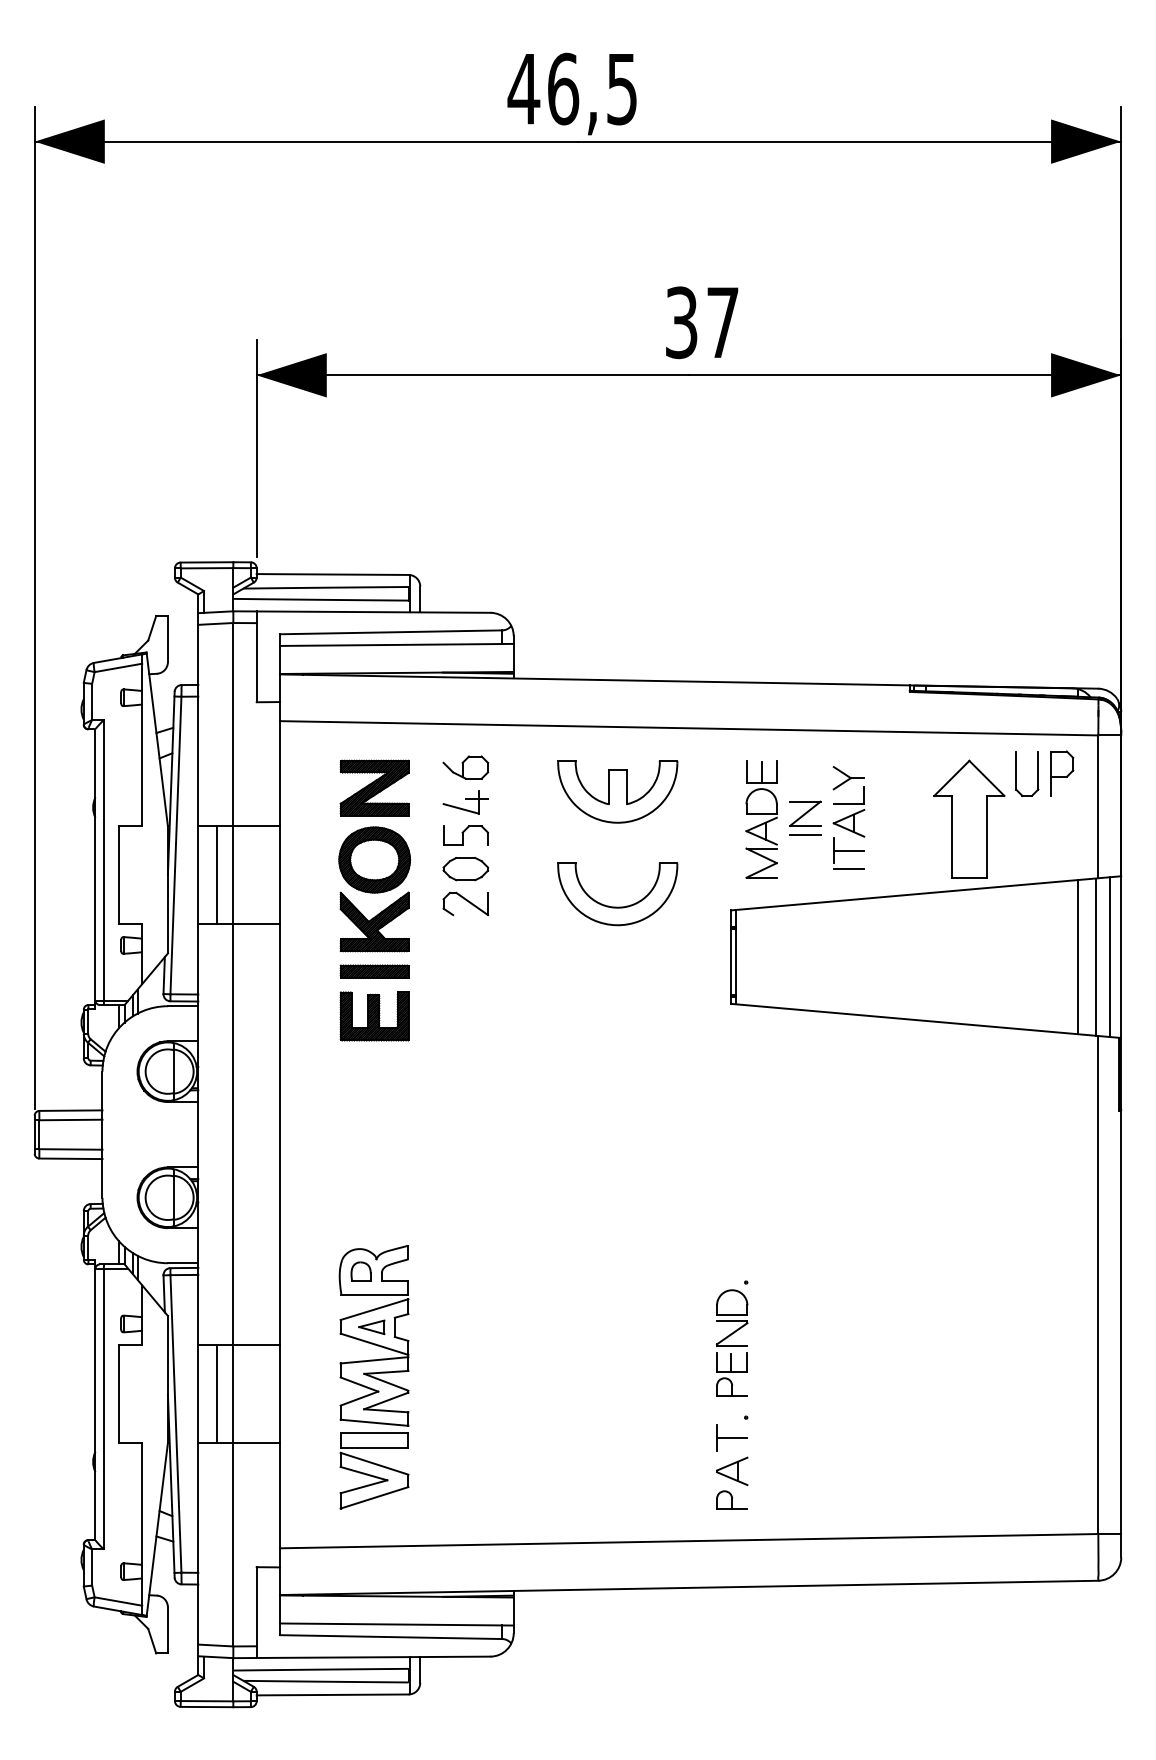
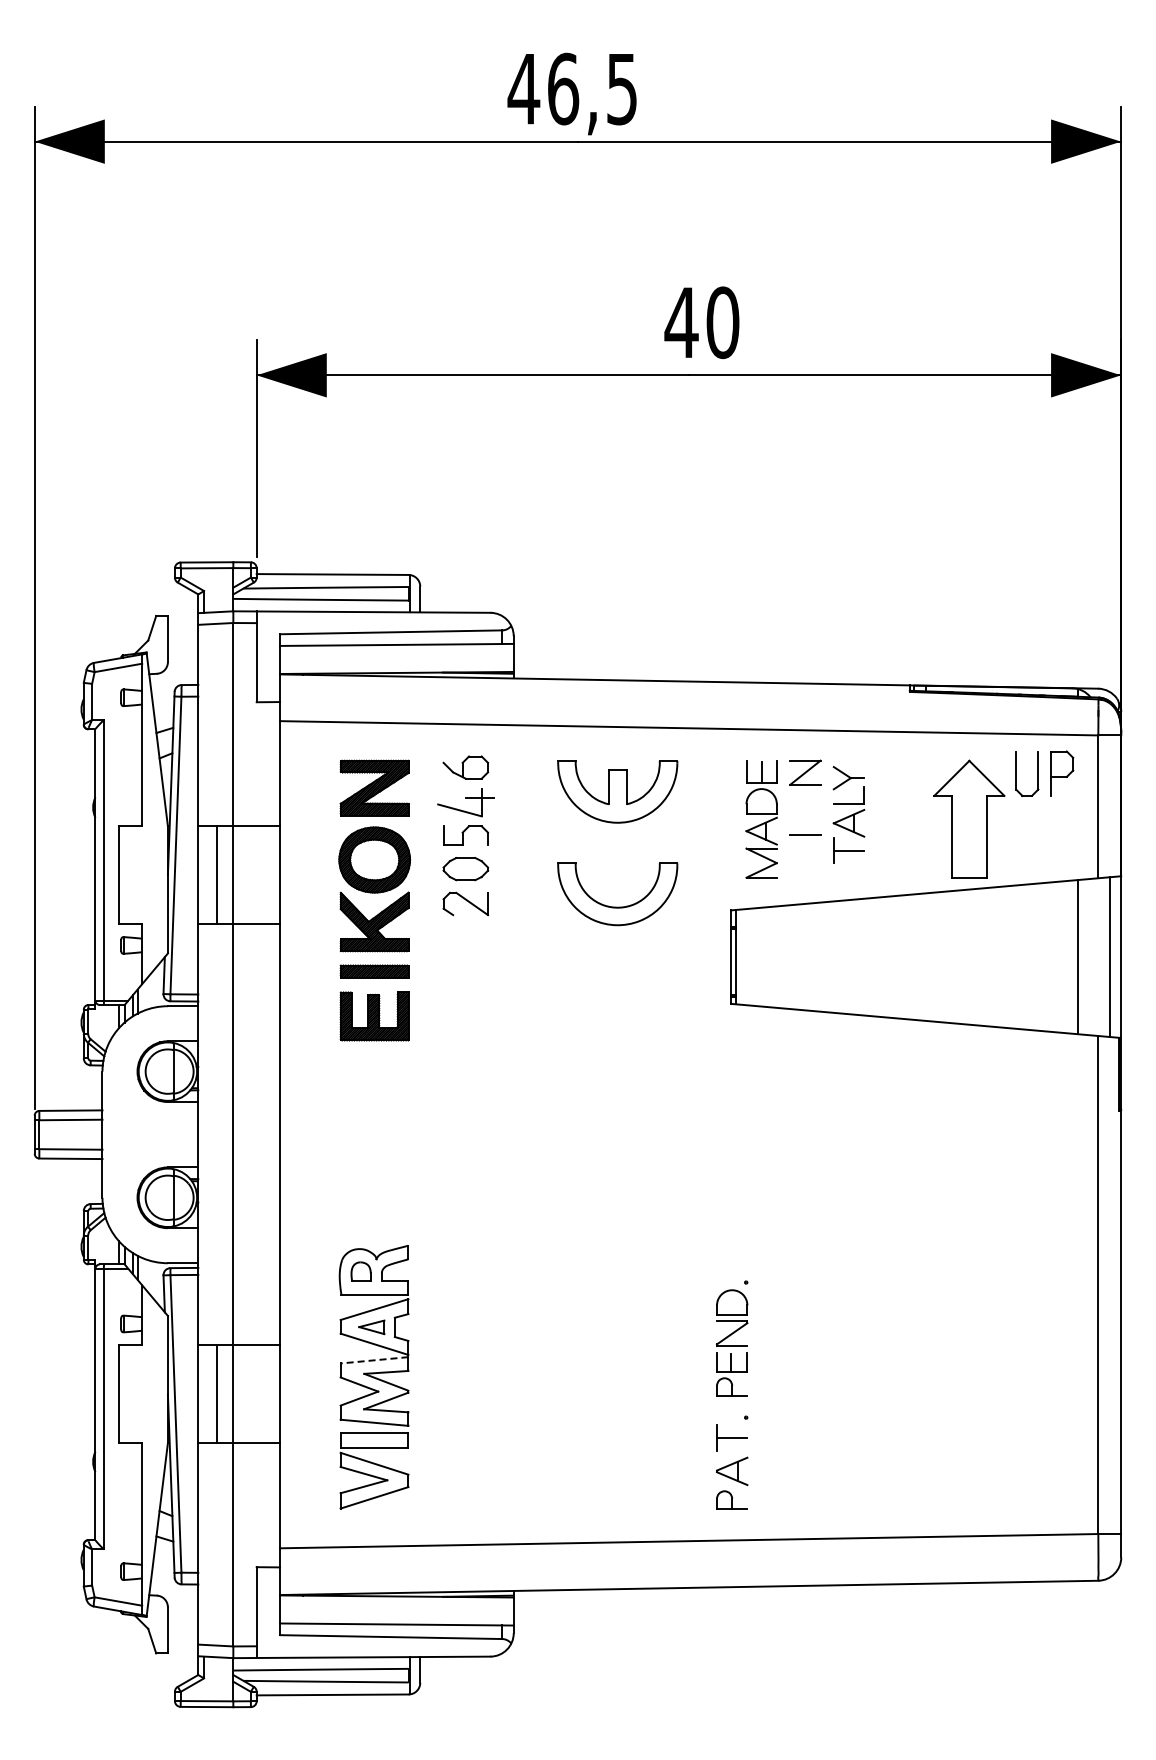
text at (701, 322): 37 -> 40
part at (465, 802) size: 47x25 px -> 58x30 px
part at (805, 813) position: (805, 813) -> (805, 772)
line at (848, 869): present -> none
line at (1095, 956): present -> none
line at (374, 1360): solid -> dashed
